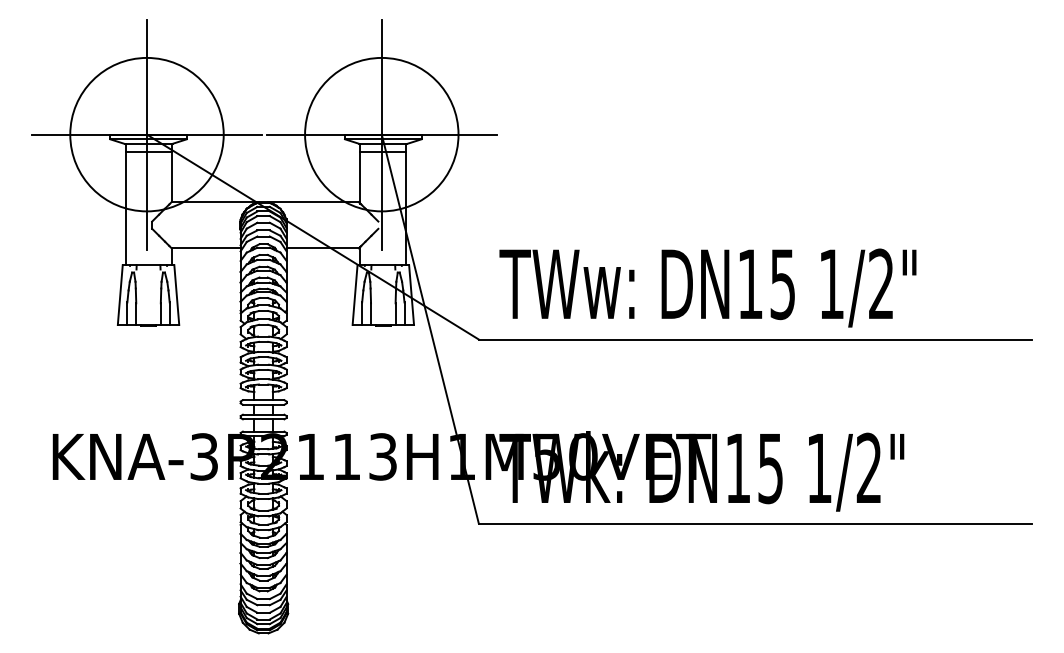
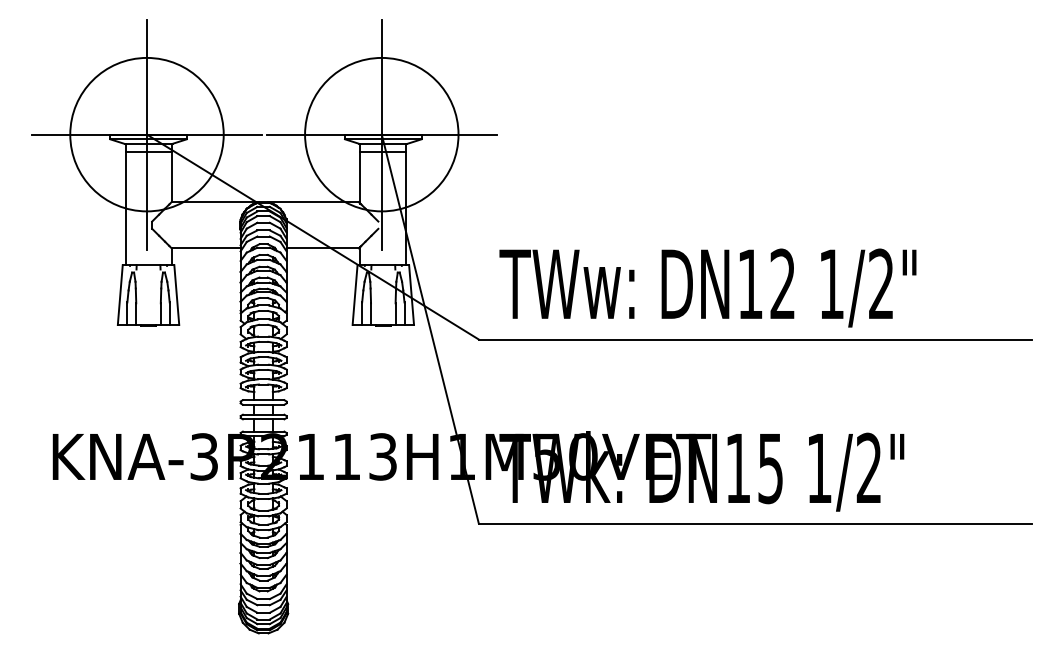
text at (782, 284): DN15 -> DN12
